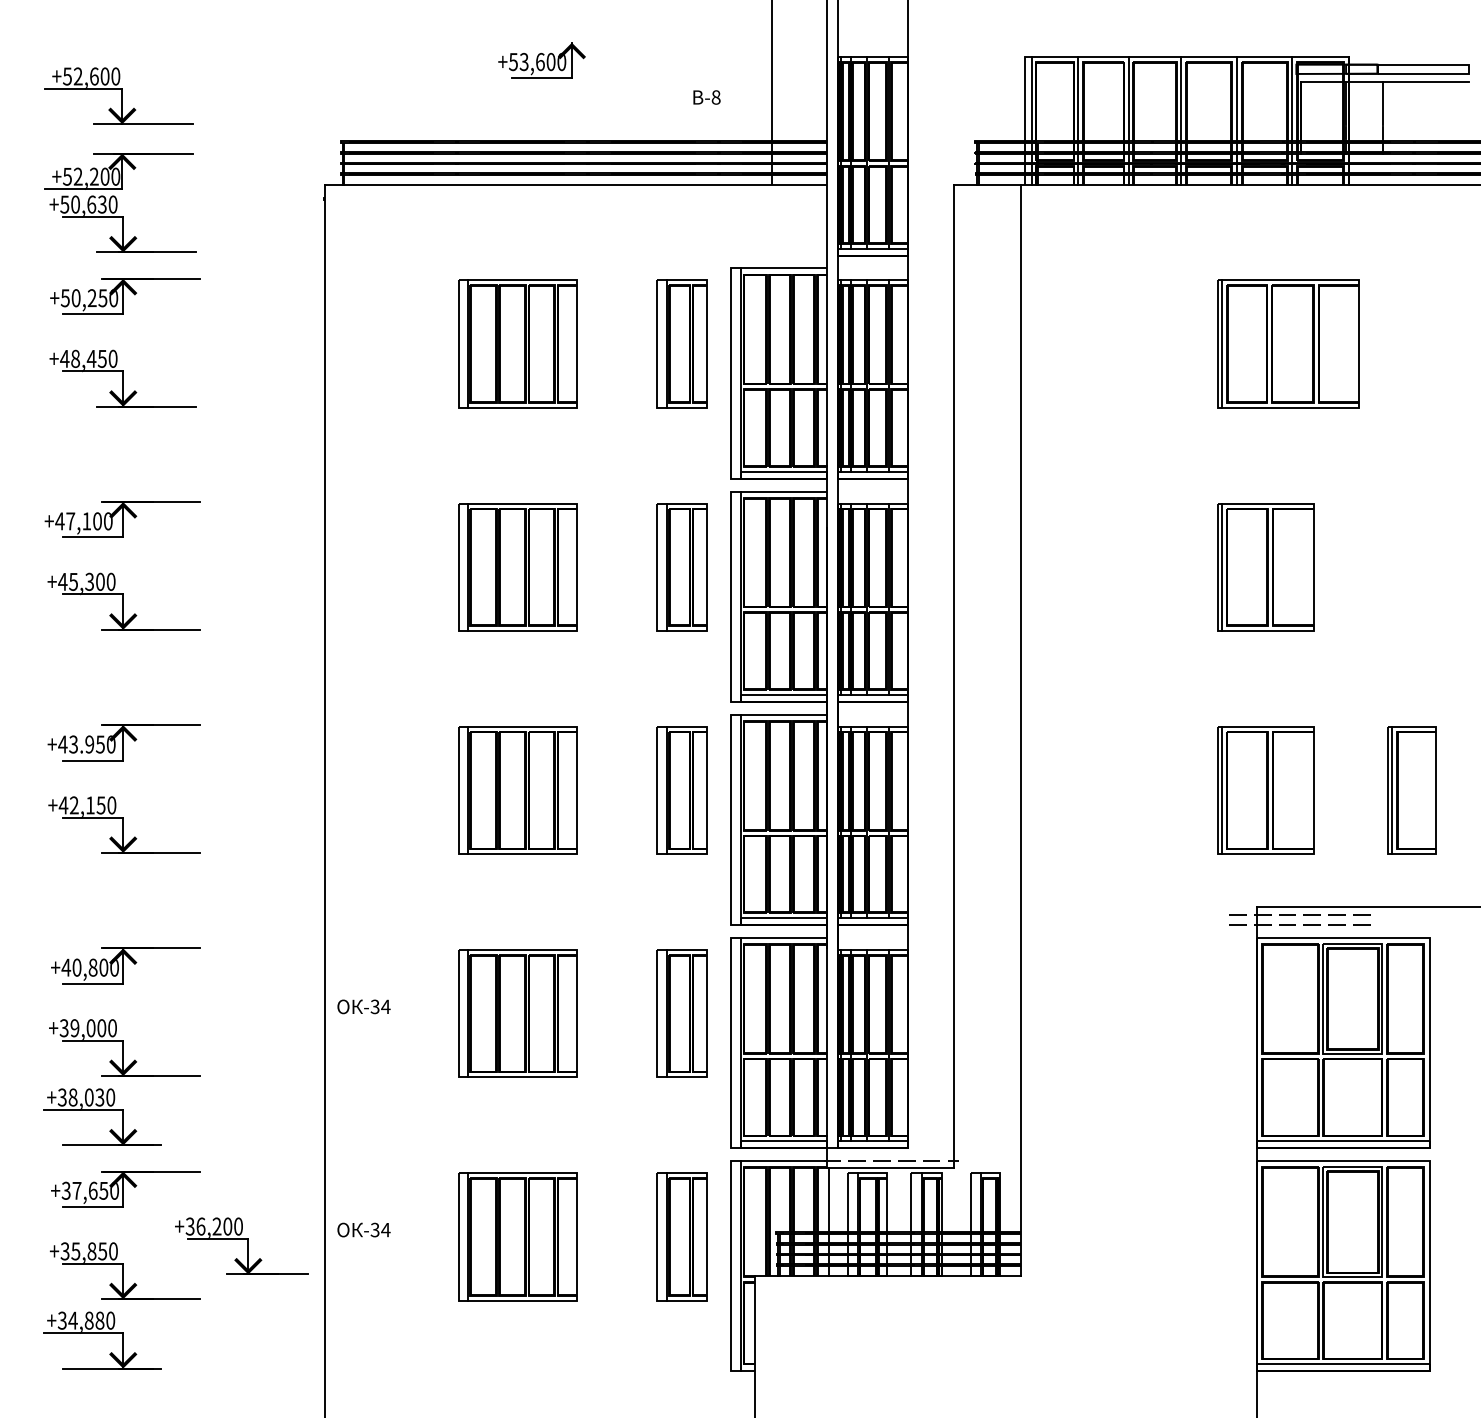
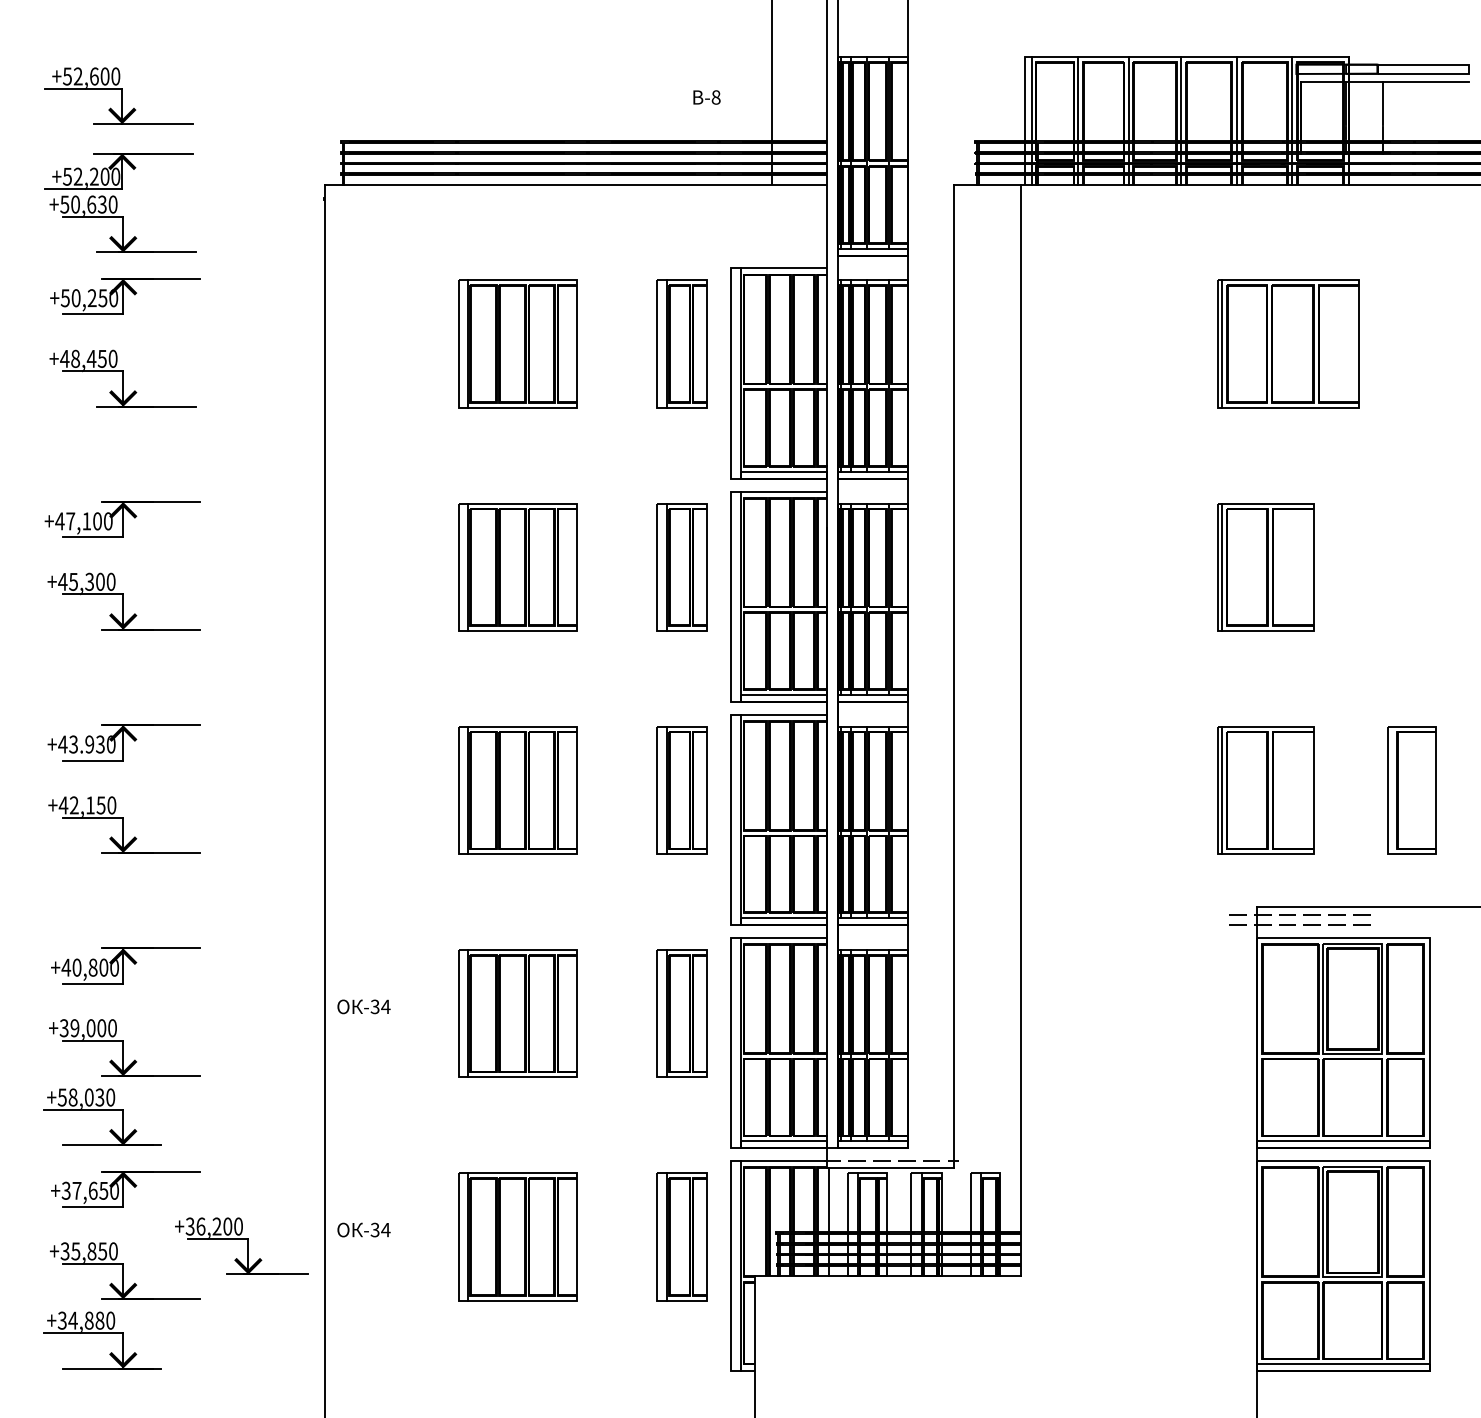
part at (541, 60): present -> none
text at (100, 743): +43.950 -> +43.930
line at (1392, 790): present -> none
text at (62, 1096): +38,030 -> +58,030
